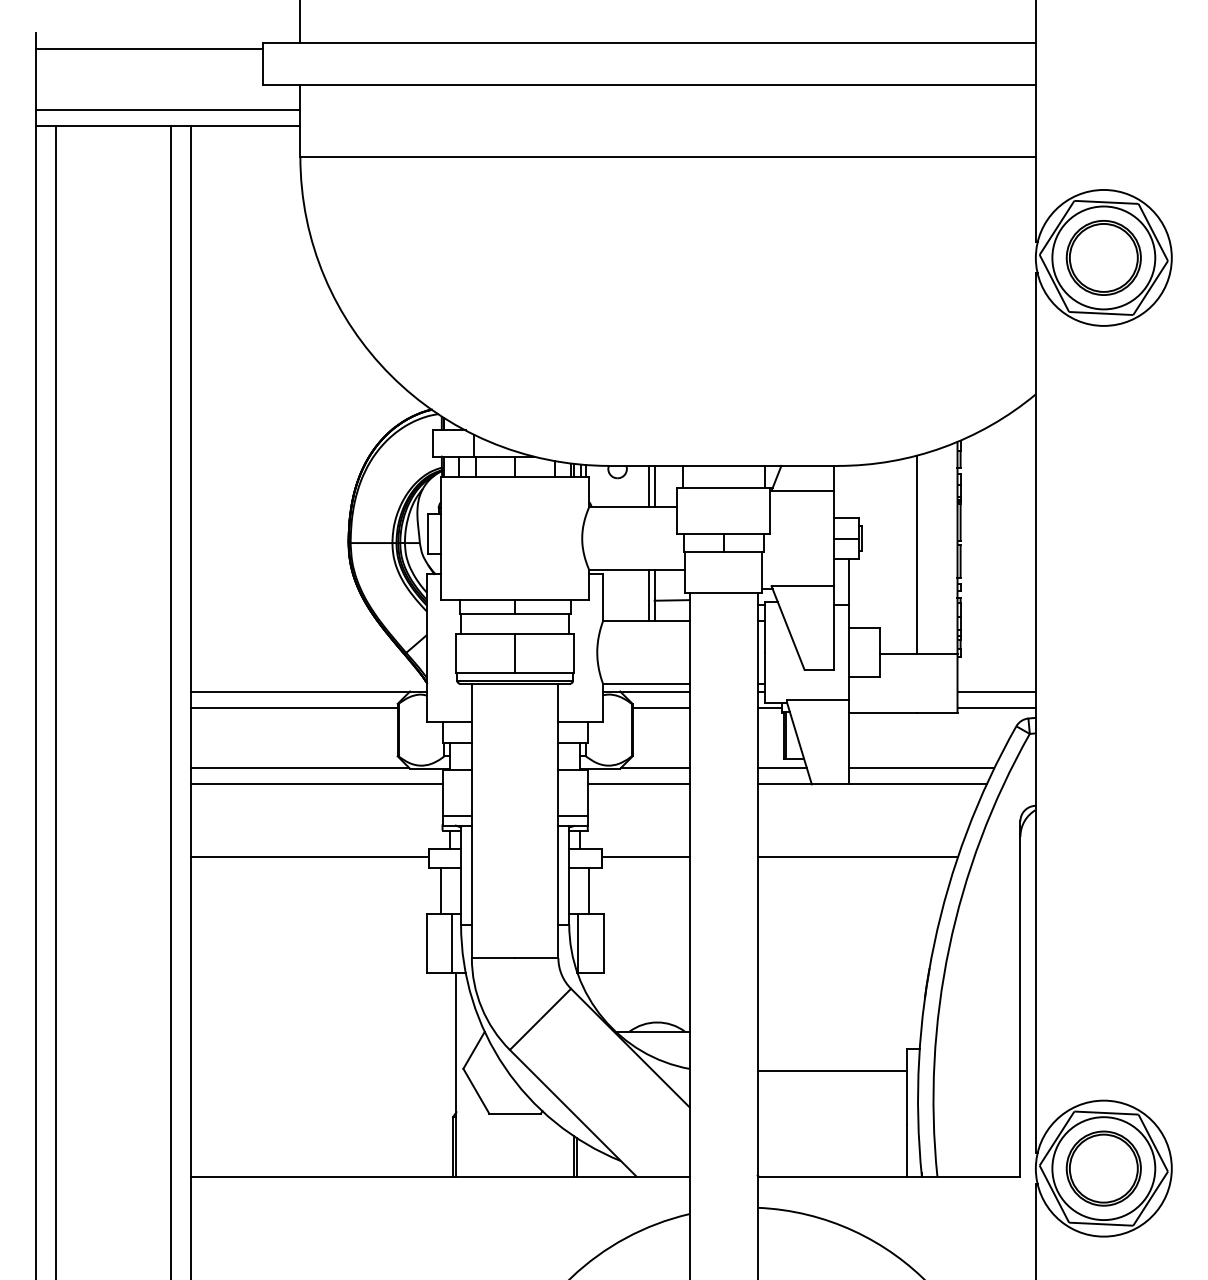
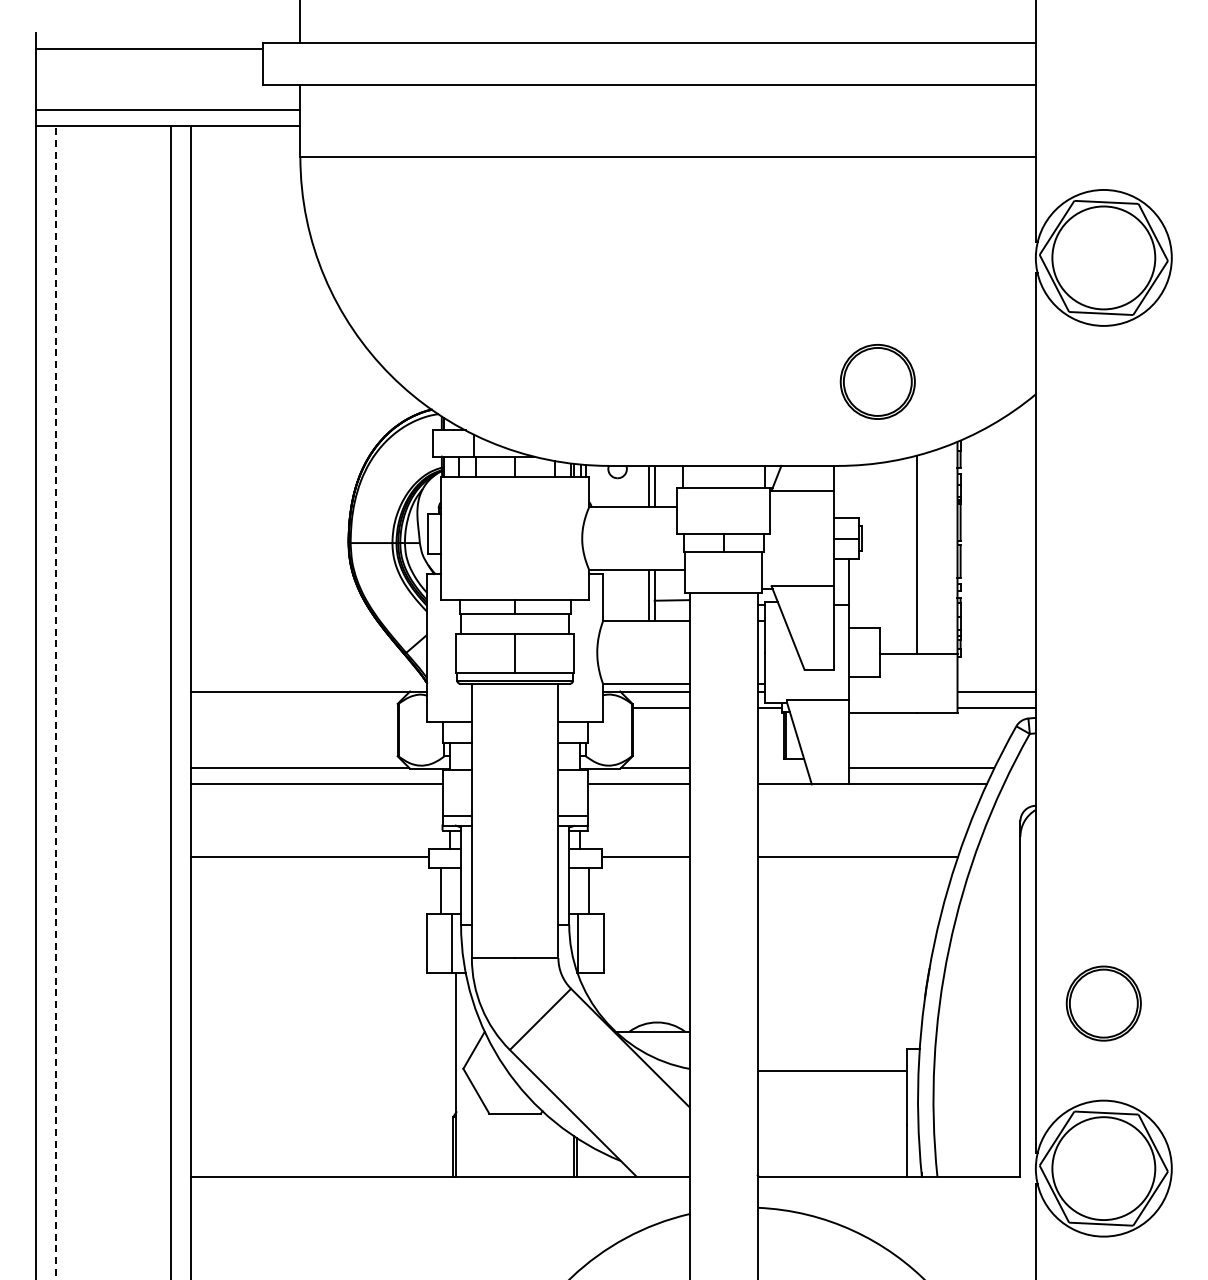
part at (1103, 257) position: (1103, 257) -> (877, 381)
line at (55, 702): solid -> dashed
line at (293, 707): present -> none
line at (781, 768): present -> none
part at (1103, 1168) position: (1103, 1168) -> (1103, 1003)
